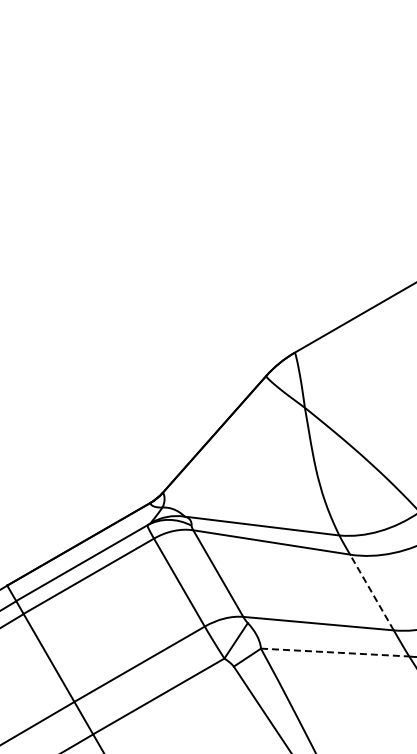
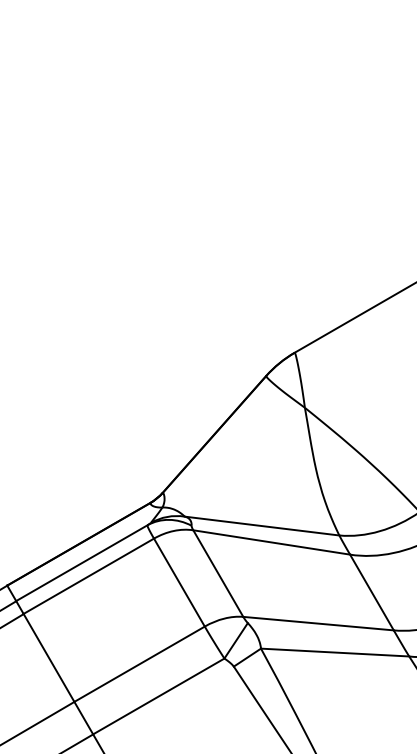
line at (371, 592): dashed -> solid
line at (335, 652): dashed -> solid
